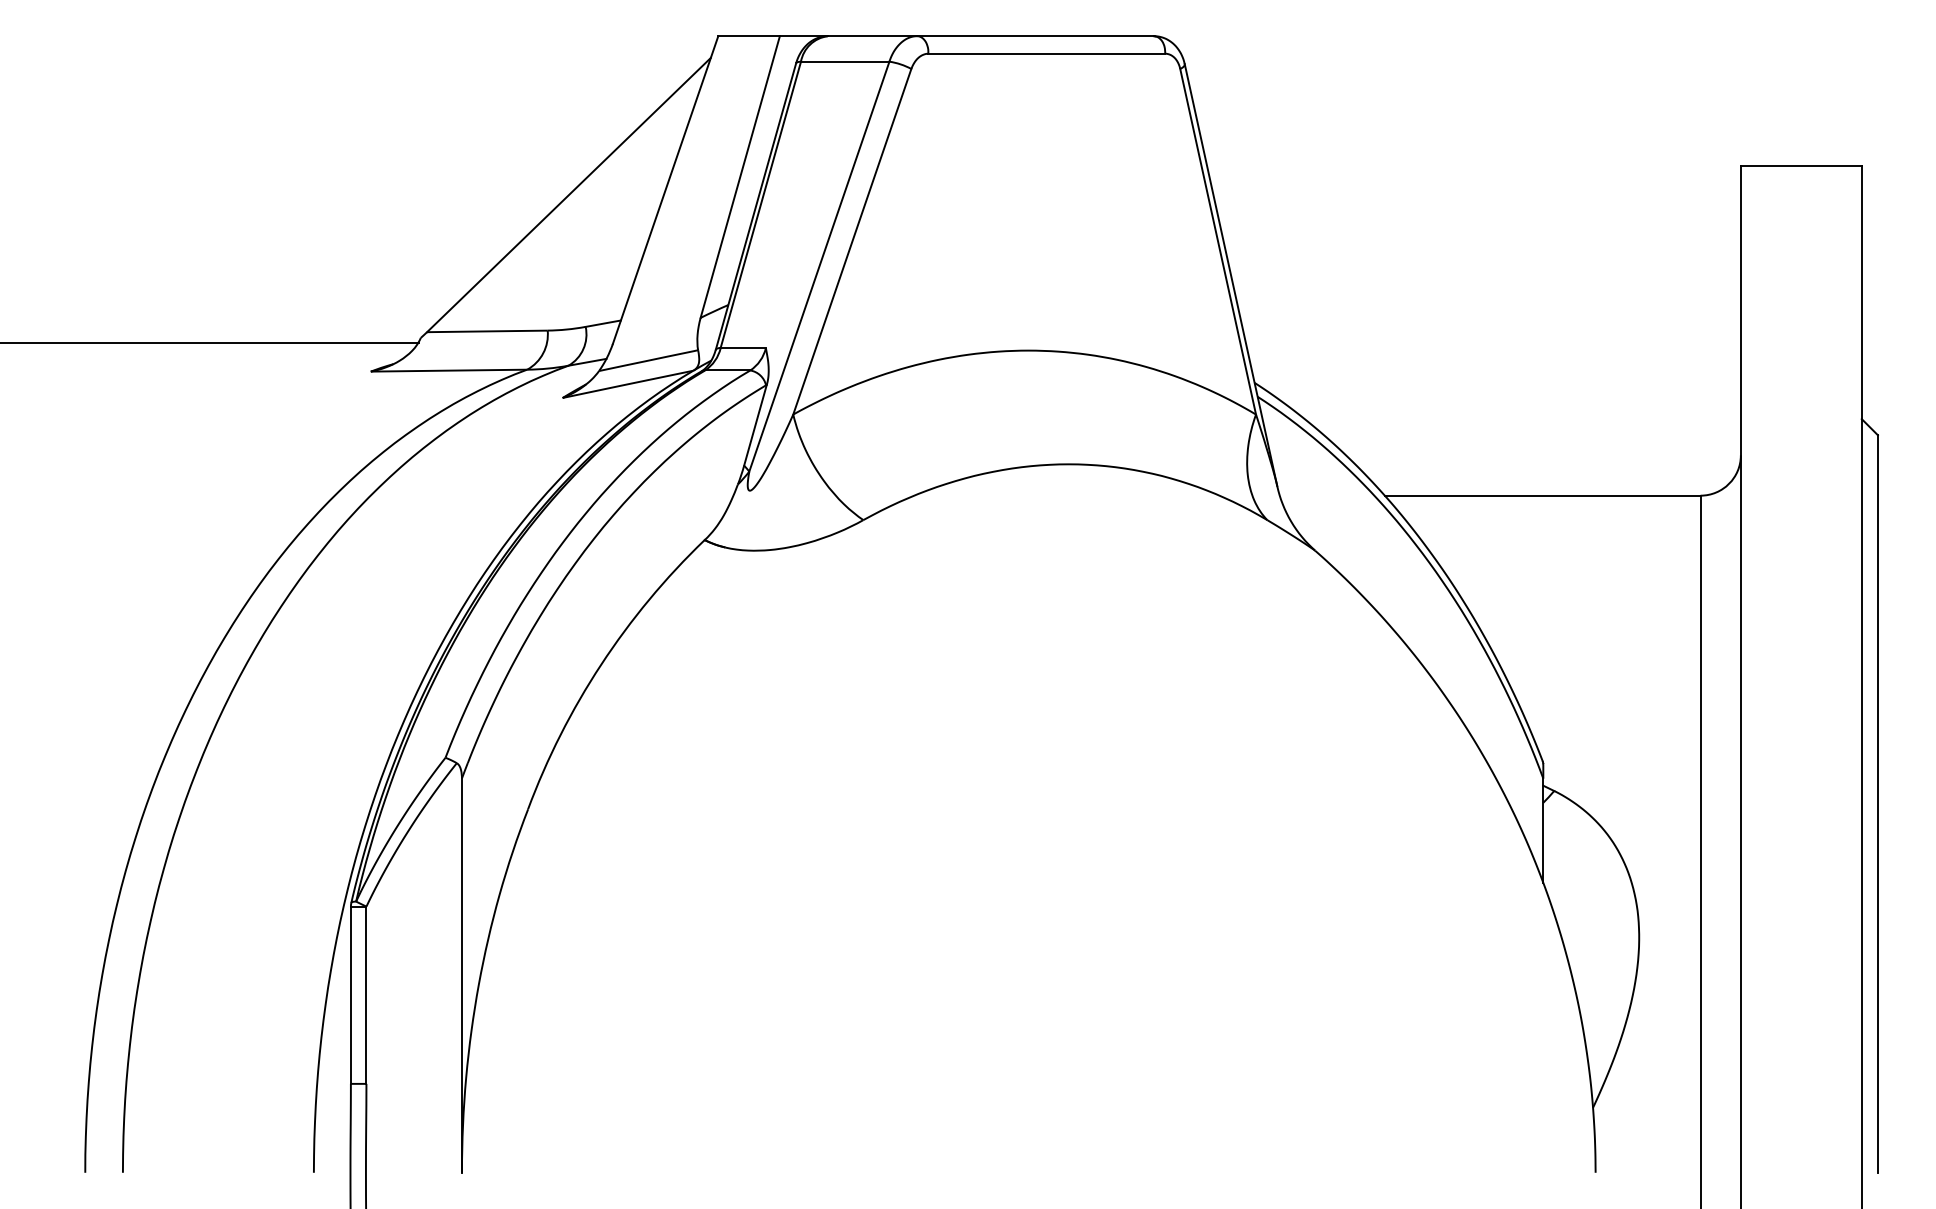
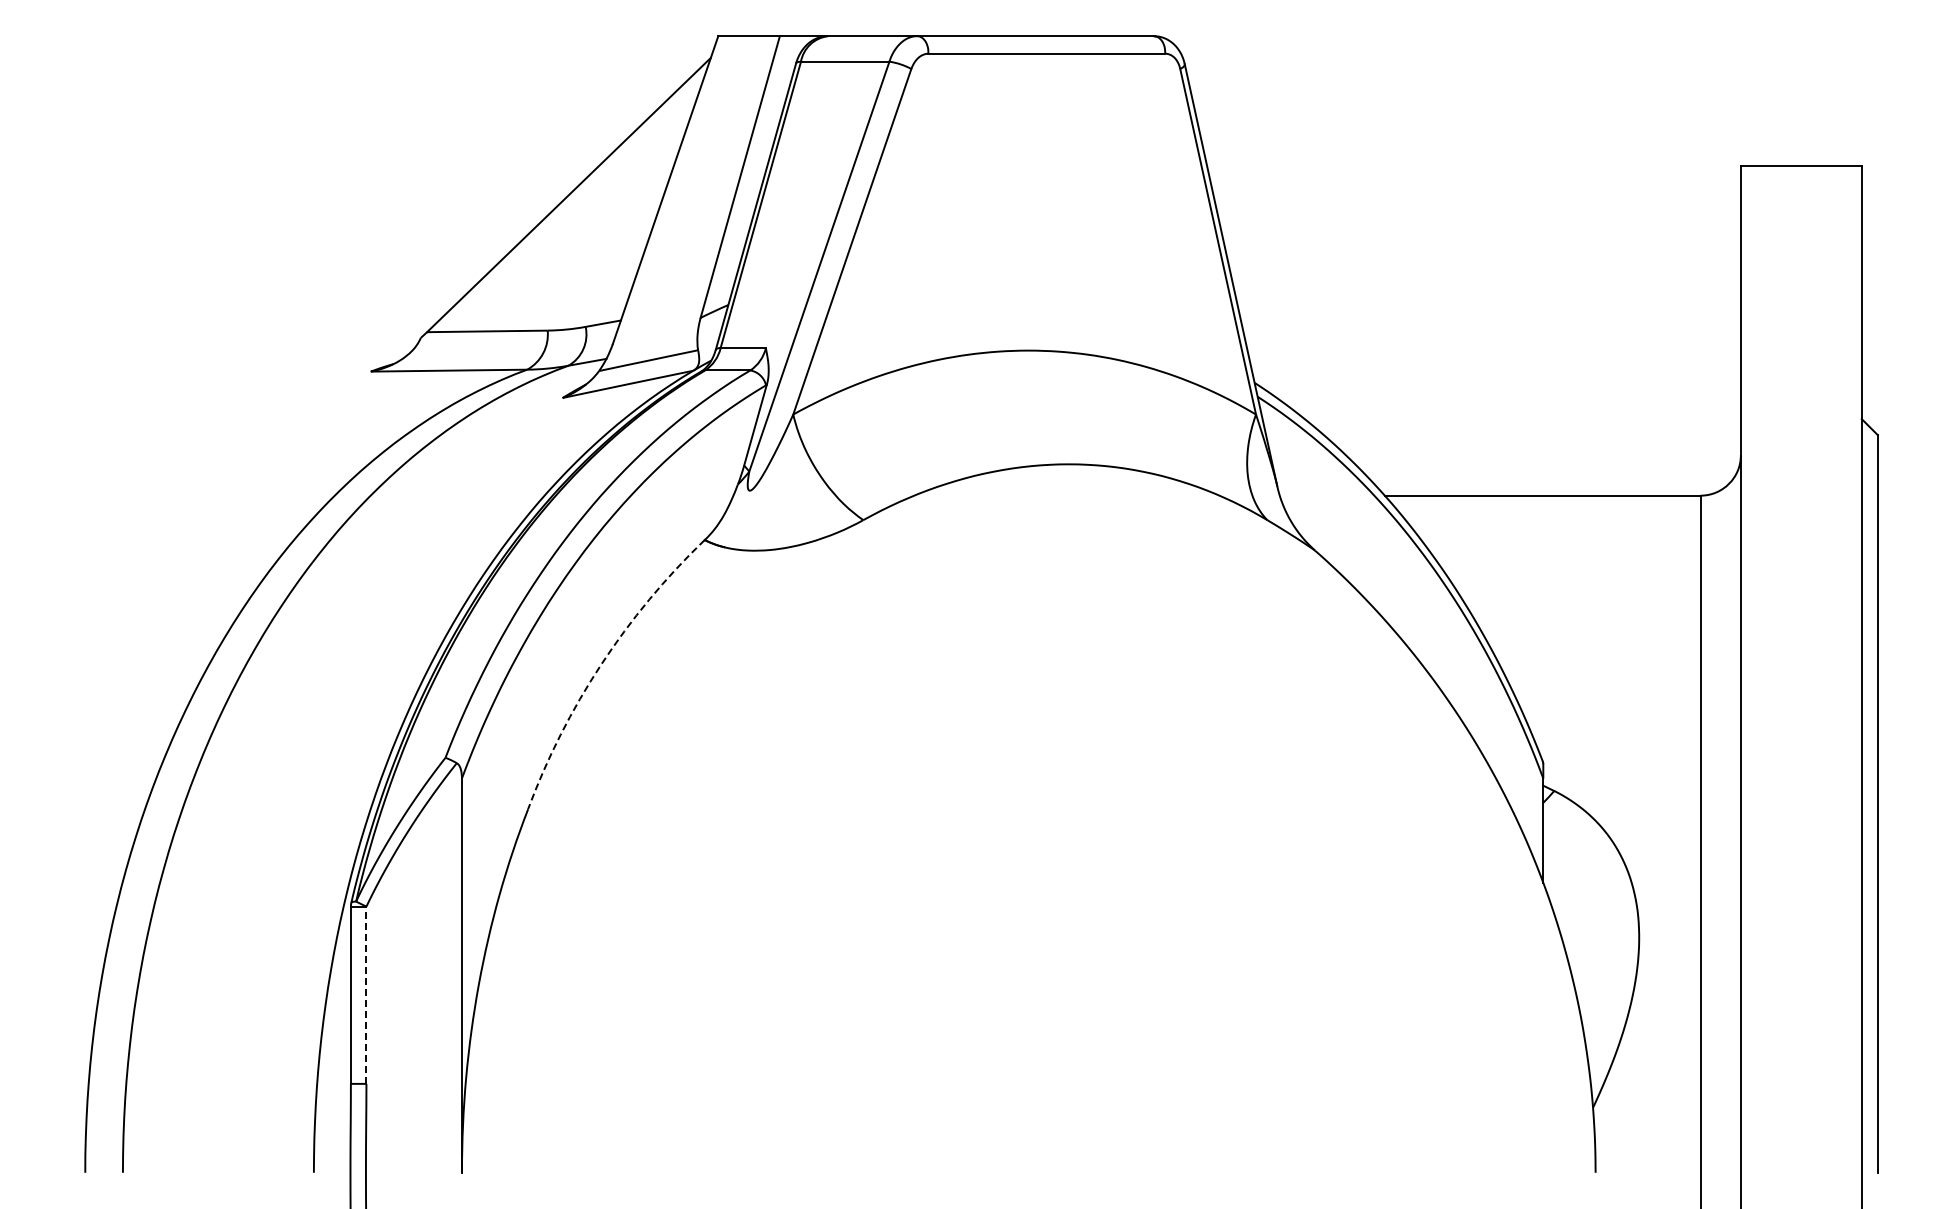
line at (210, 342): present -> none
arc at (601, 664): solid -> dashed
line at (366, 995): solid -> dashed
